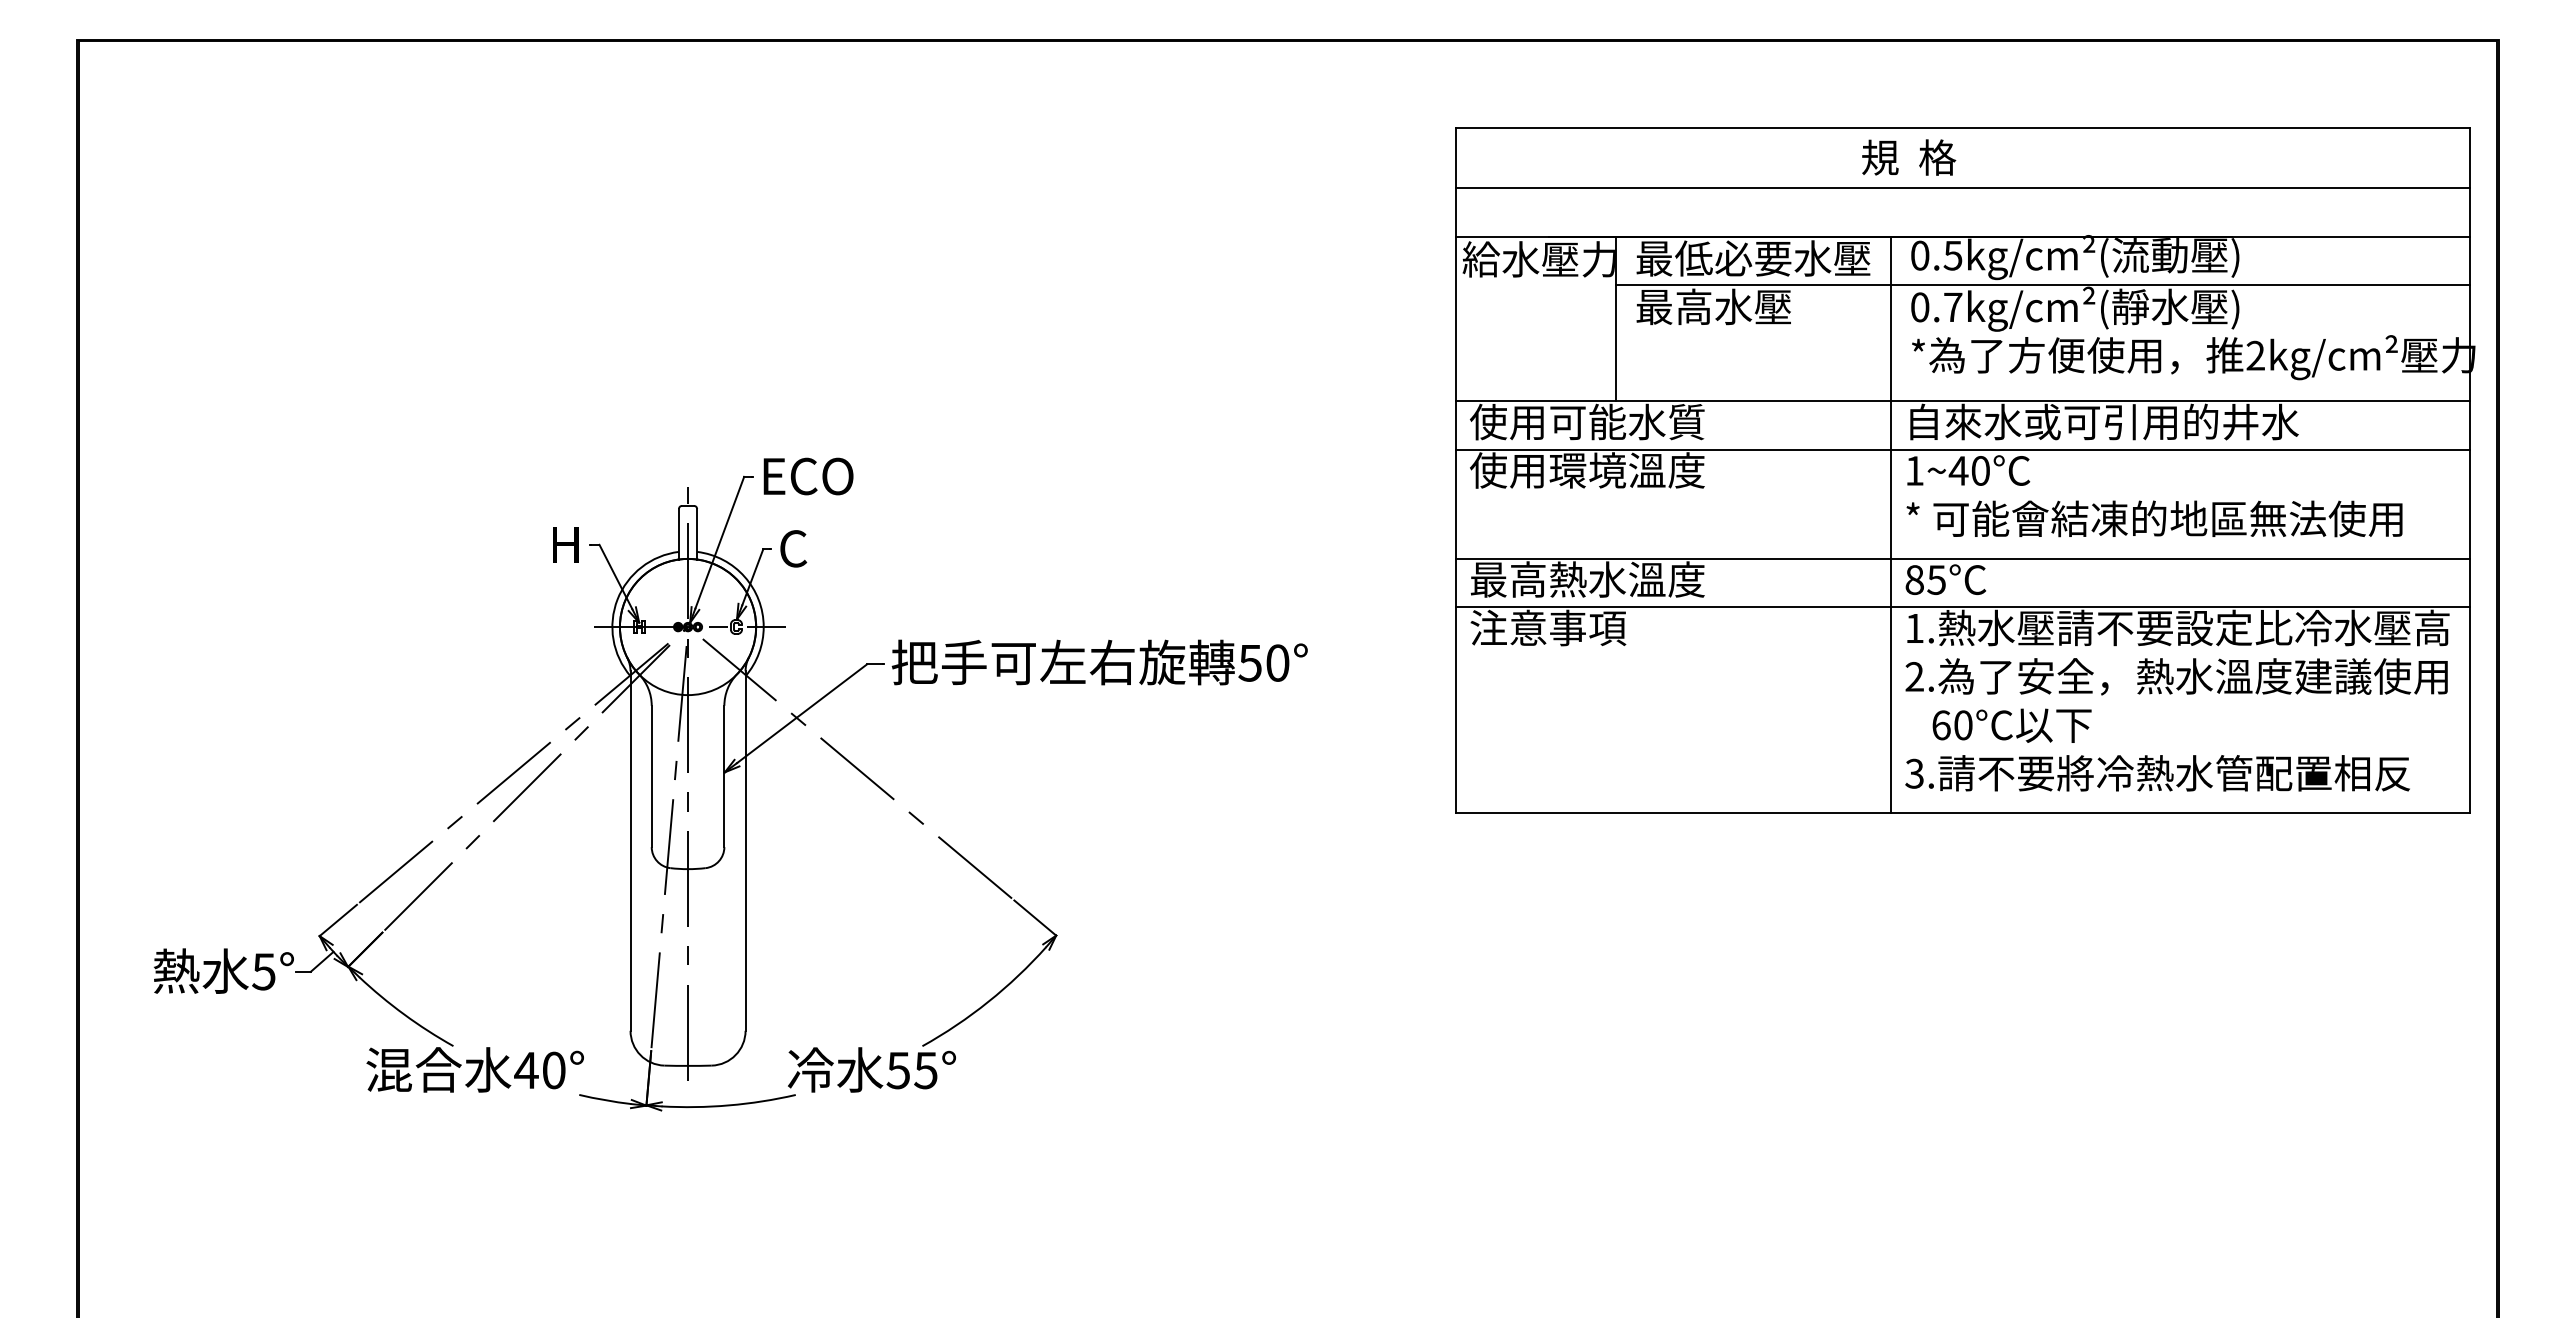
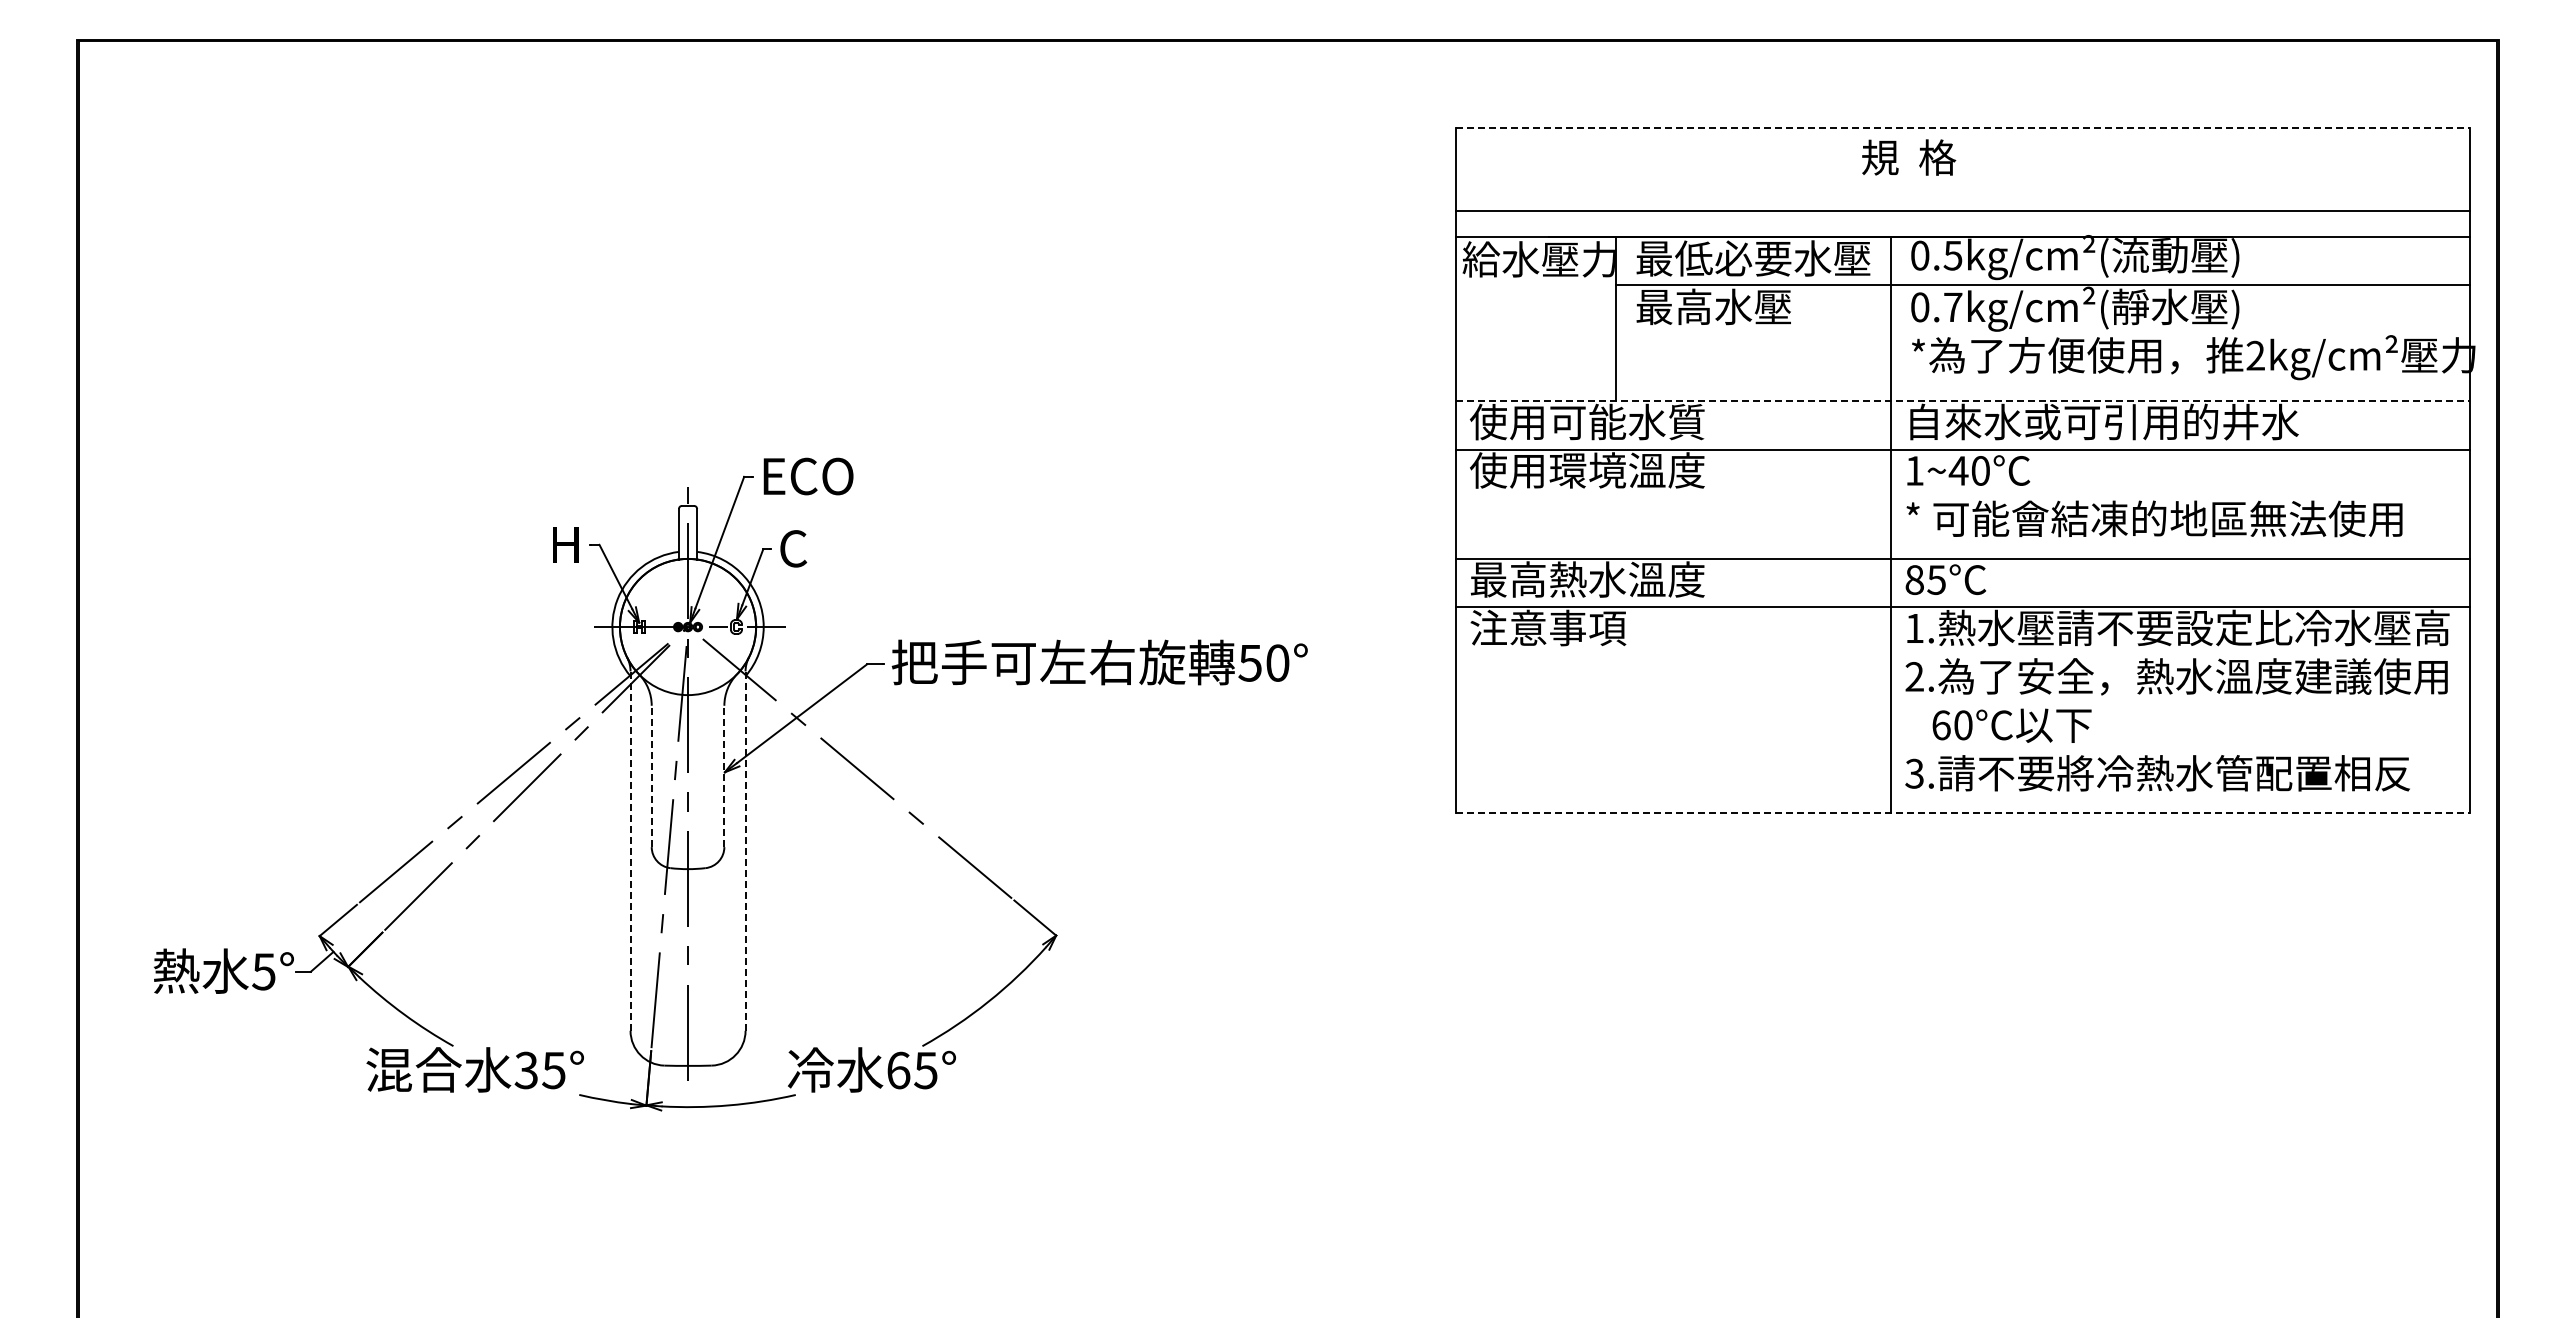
line at (1963, 127): solid -> dashed
line at (1962, 188) position: (1962, 188) -> (1962, 211)
line at (1963, 401): solid -> dashed
line at (651, 776): solid -> dashed
line at (724, 776): solid -> dashed
line at (1963, 812): solid -> dashed
line at (630, 851): solid -> dashed
line at (745, 851): solid -> dashed
text at (539, 1070): 40° -> 35°
text at (898, 1070): 55° -> 65°
